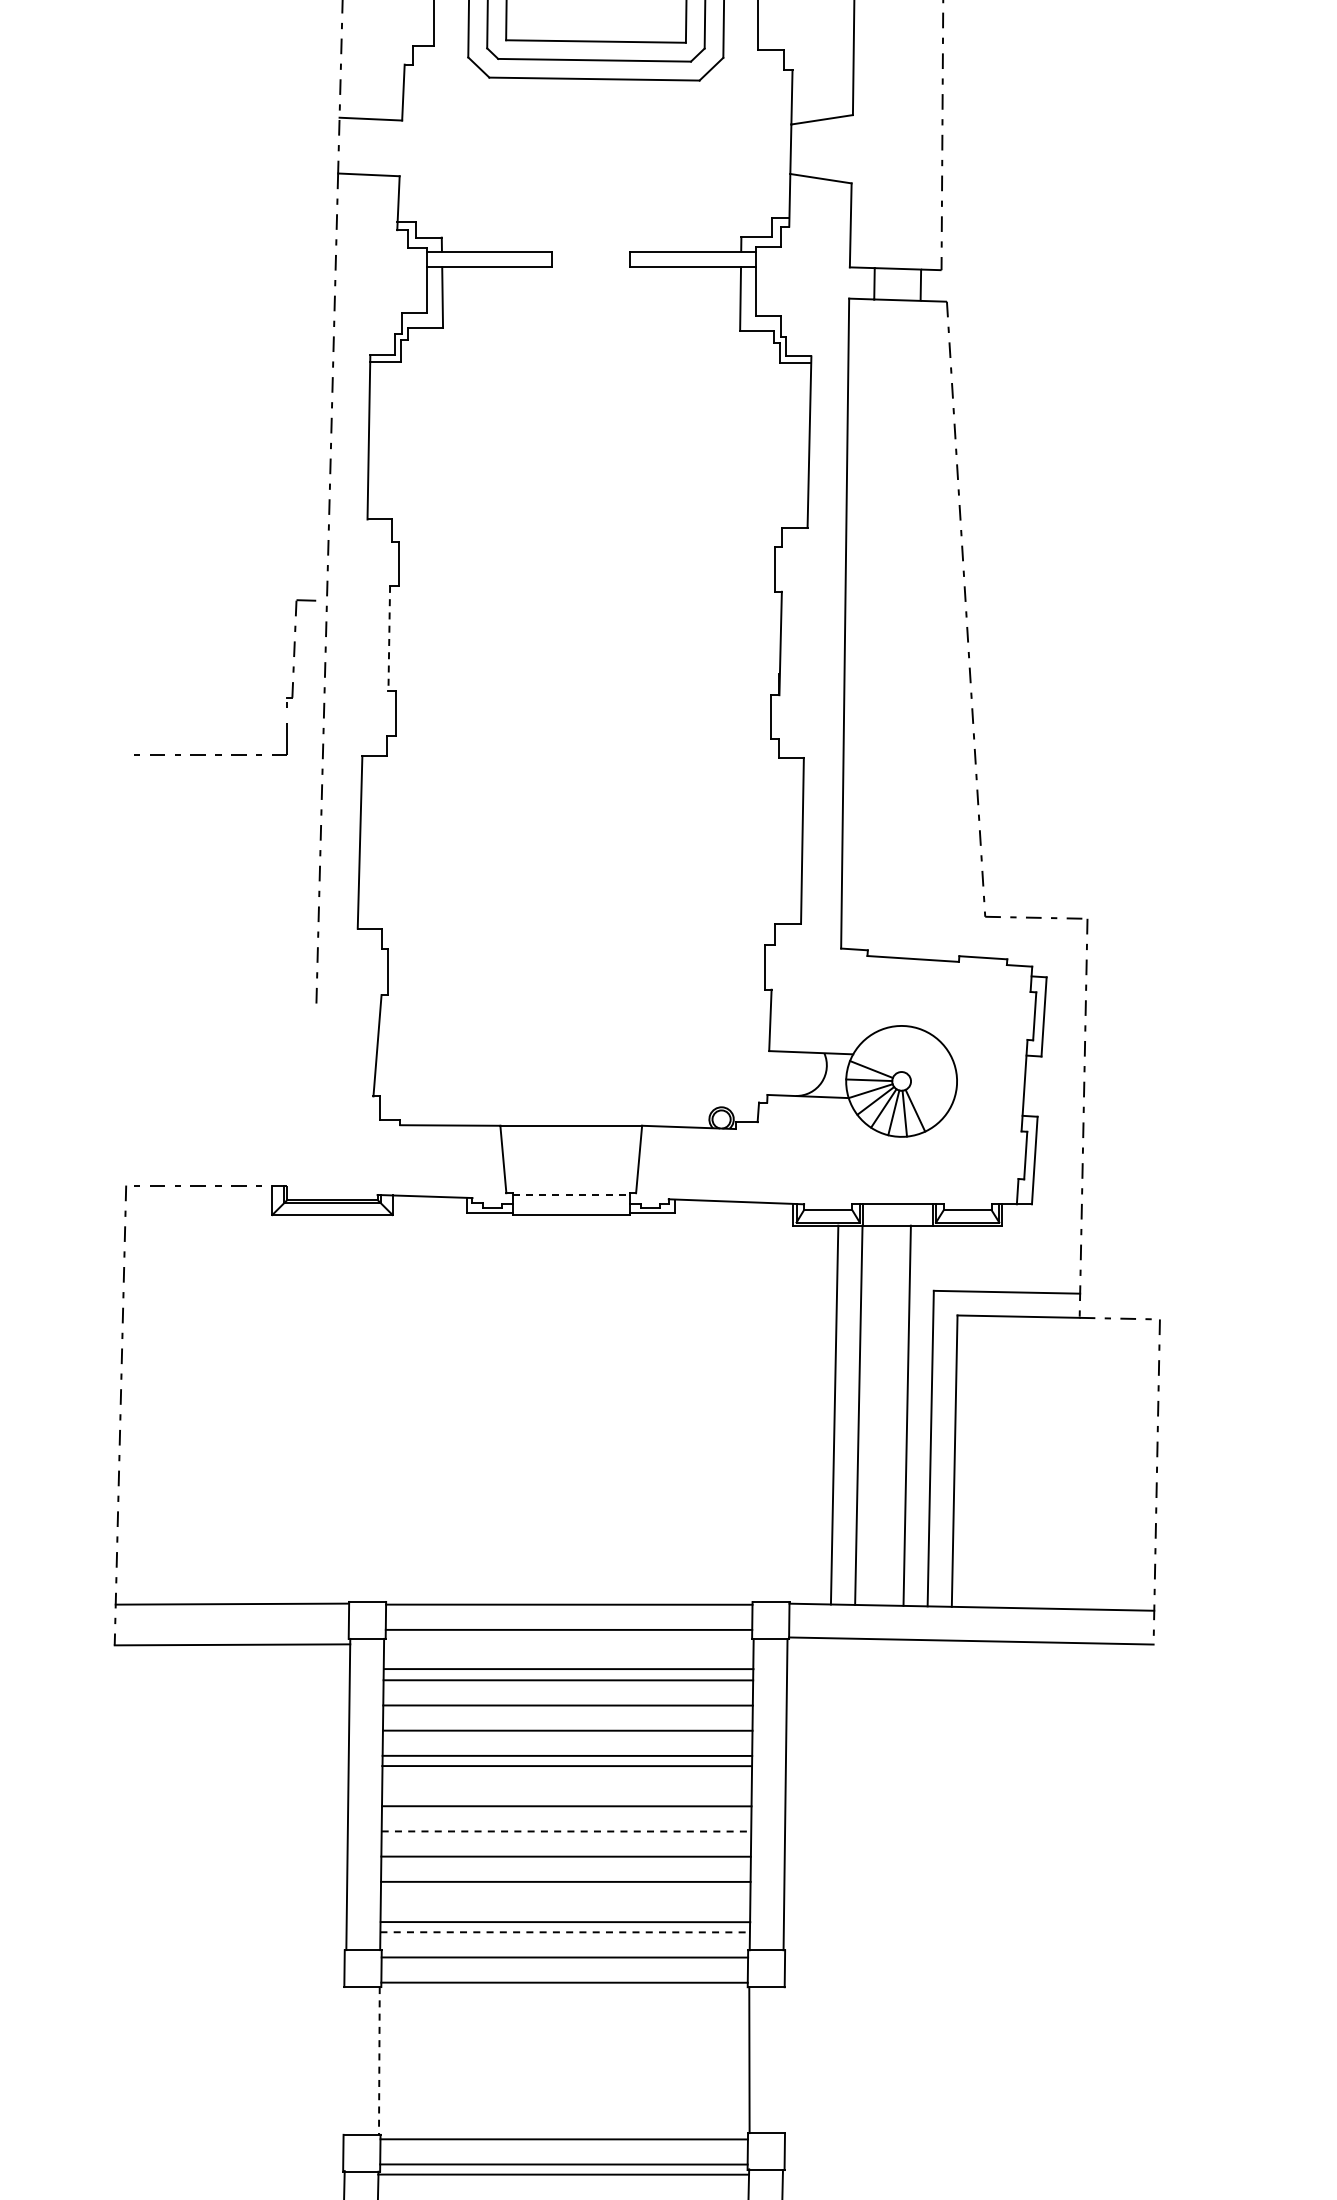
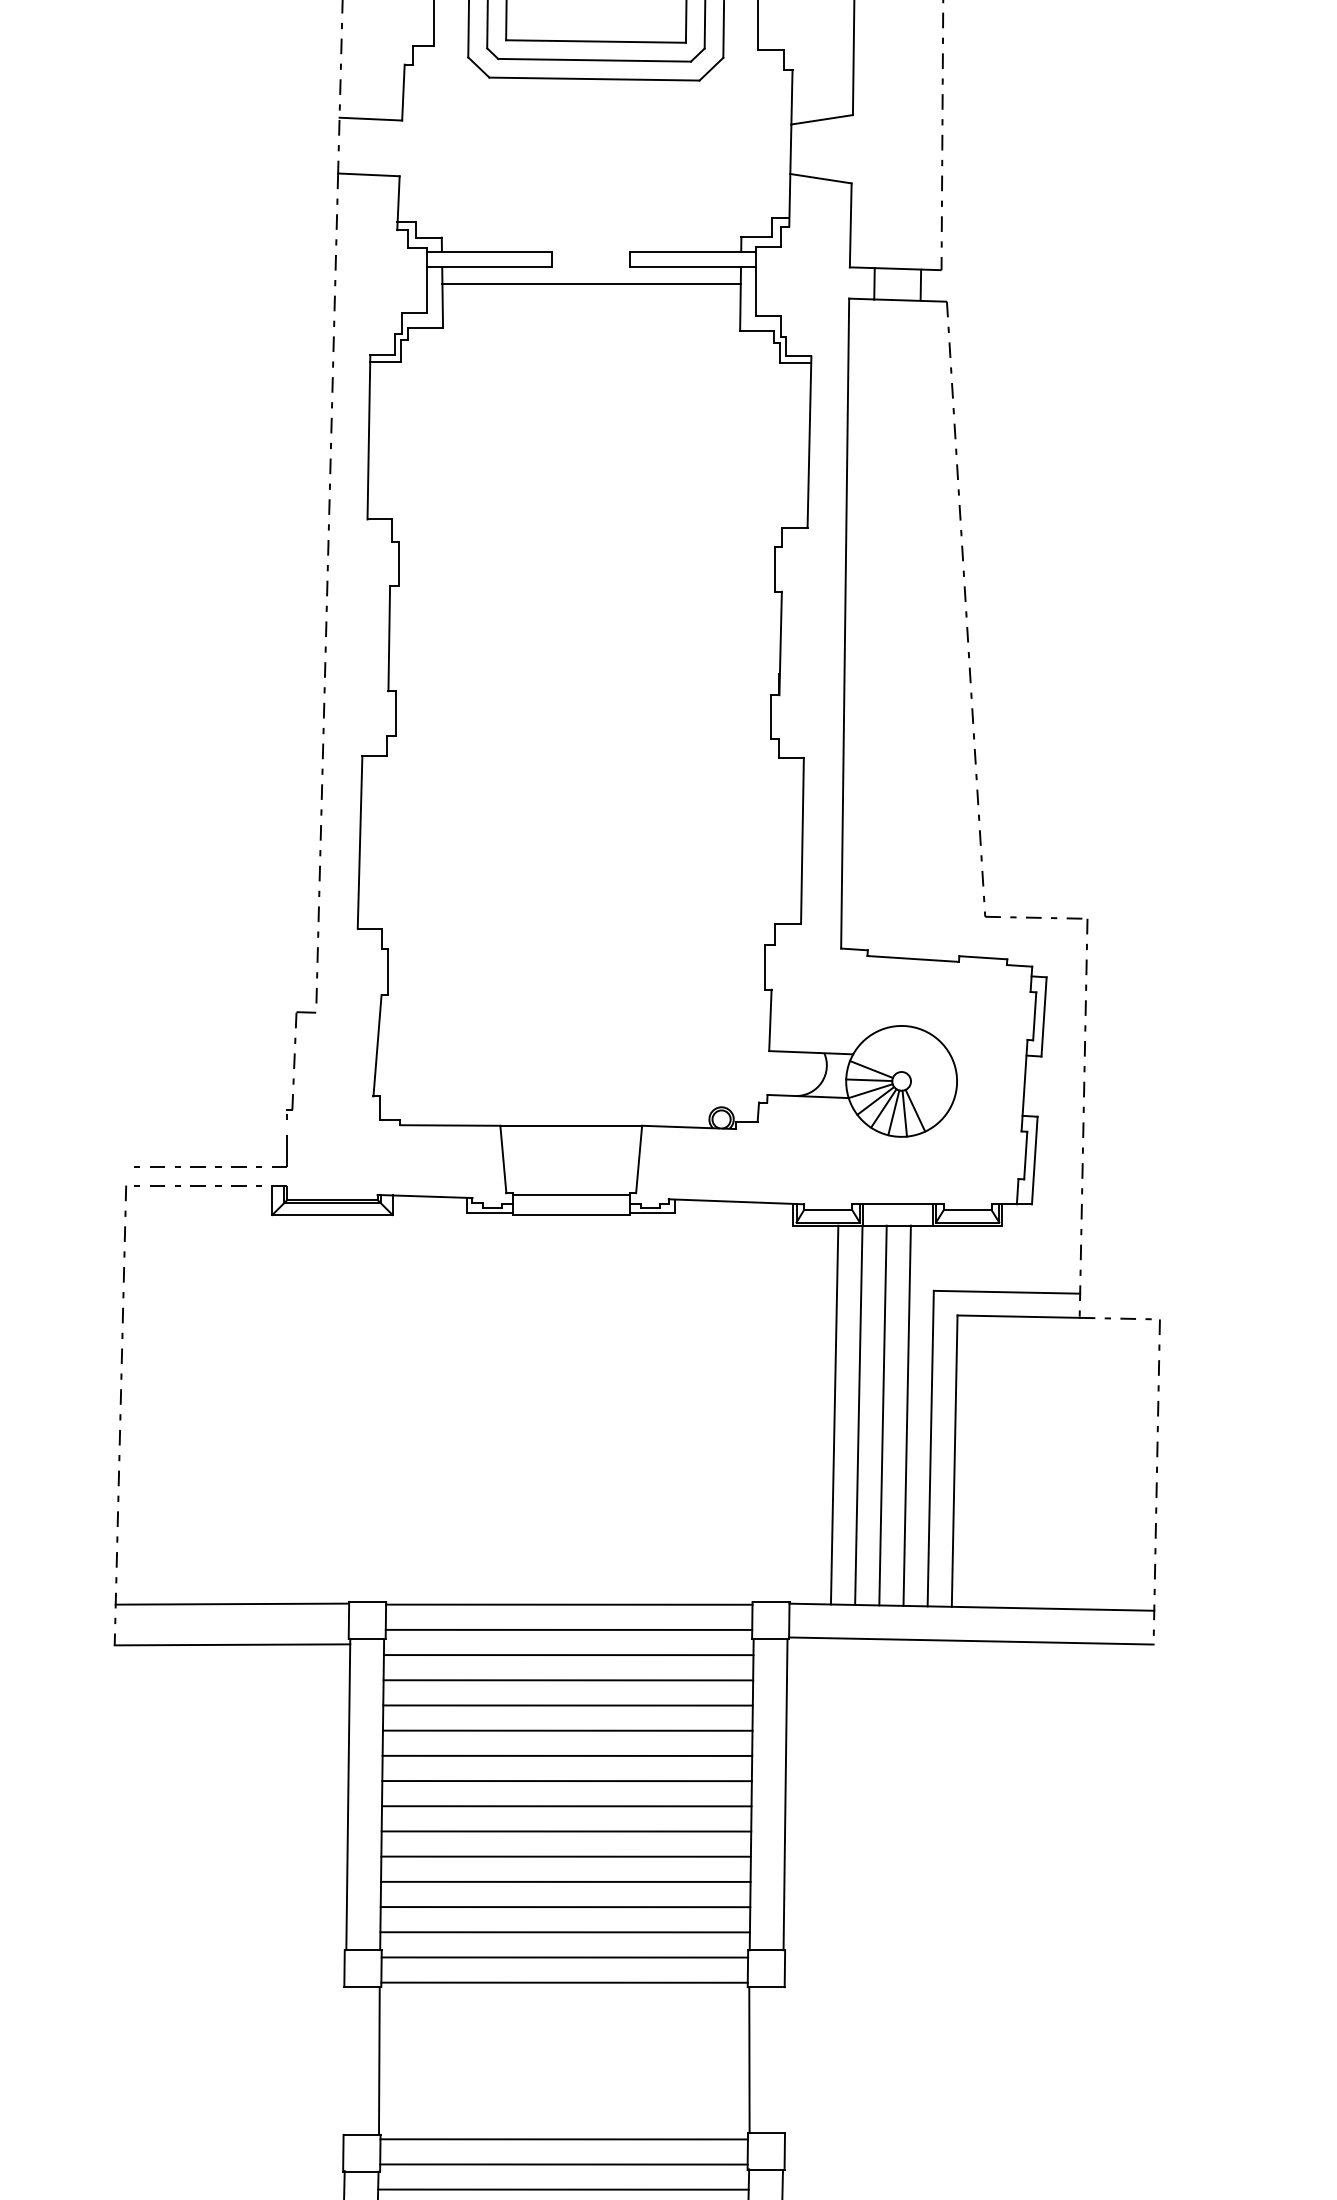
line at (591, 283): none -> present
line at (389, 638): dashed -> solid
part at (286, 697) position: (286, 697) -> (286, 1109)
line at (571, 1194): dashed -> solid
line at (882, 1415): none -> present
line at (568, 1669) position: (568, 1669) -> (568, 1655)
line at (566, 1766) position: (566, 1766) -> (566, 1781)
line at (566, 1831): dashed -> solid
line at (565, 1922) position: (565, 1922) -> (565, 1907)
line at (565, 1932): dashed -> solid
line at (379, 2060): dashed -> solid
line at (563, 2174) position: (563, 2174) -> (563, 2189)
